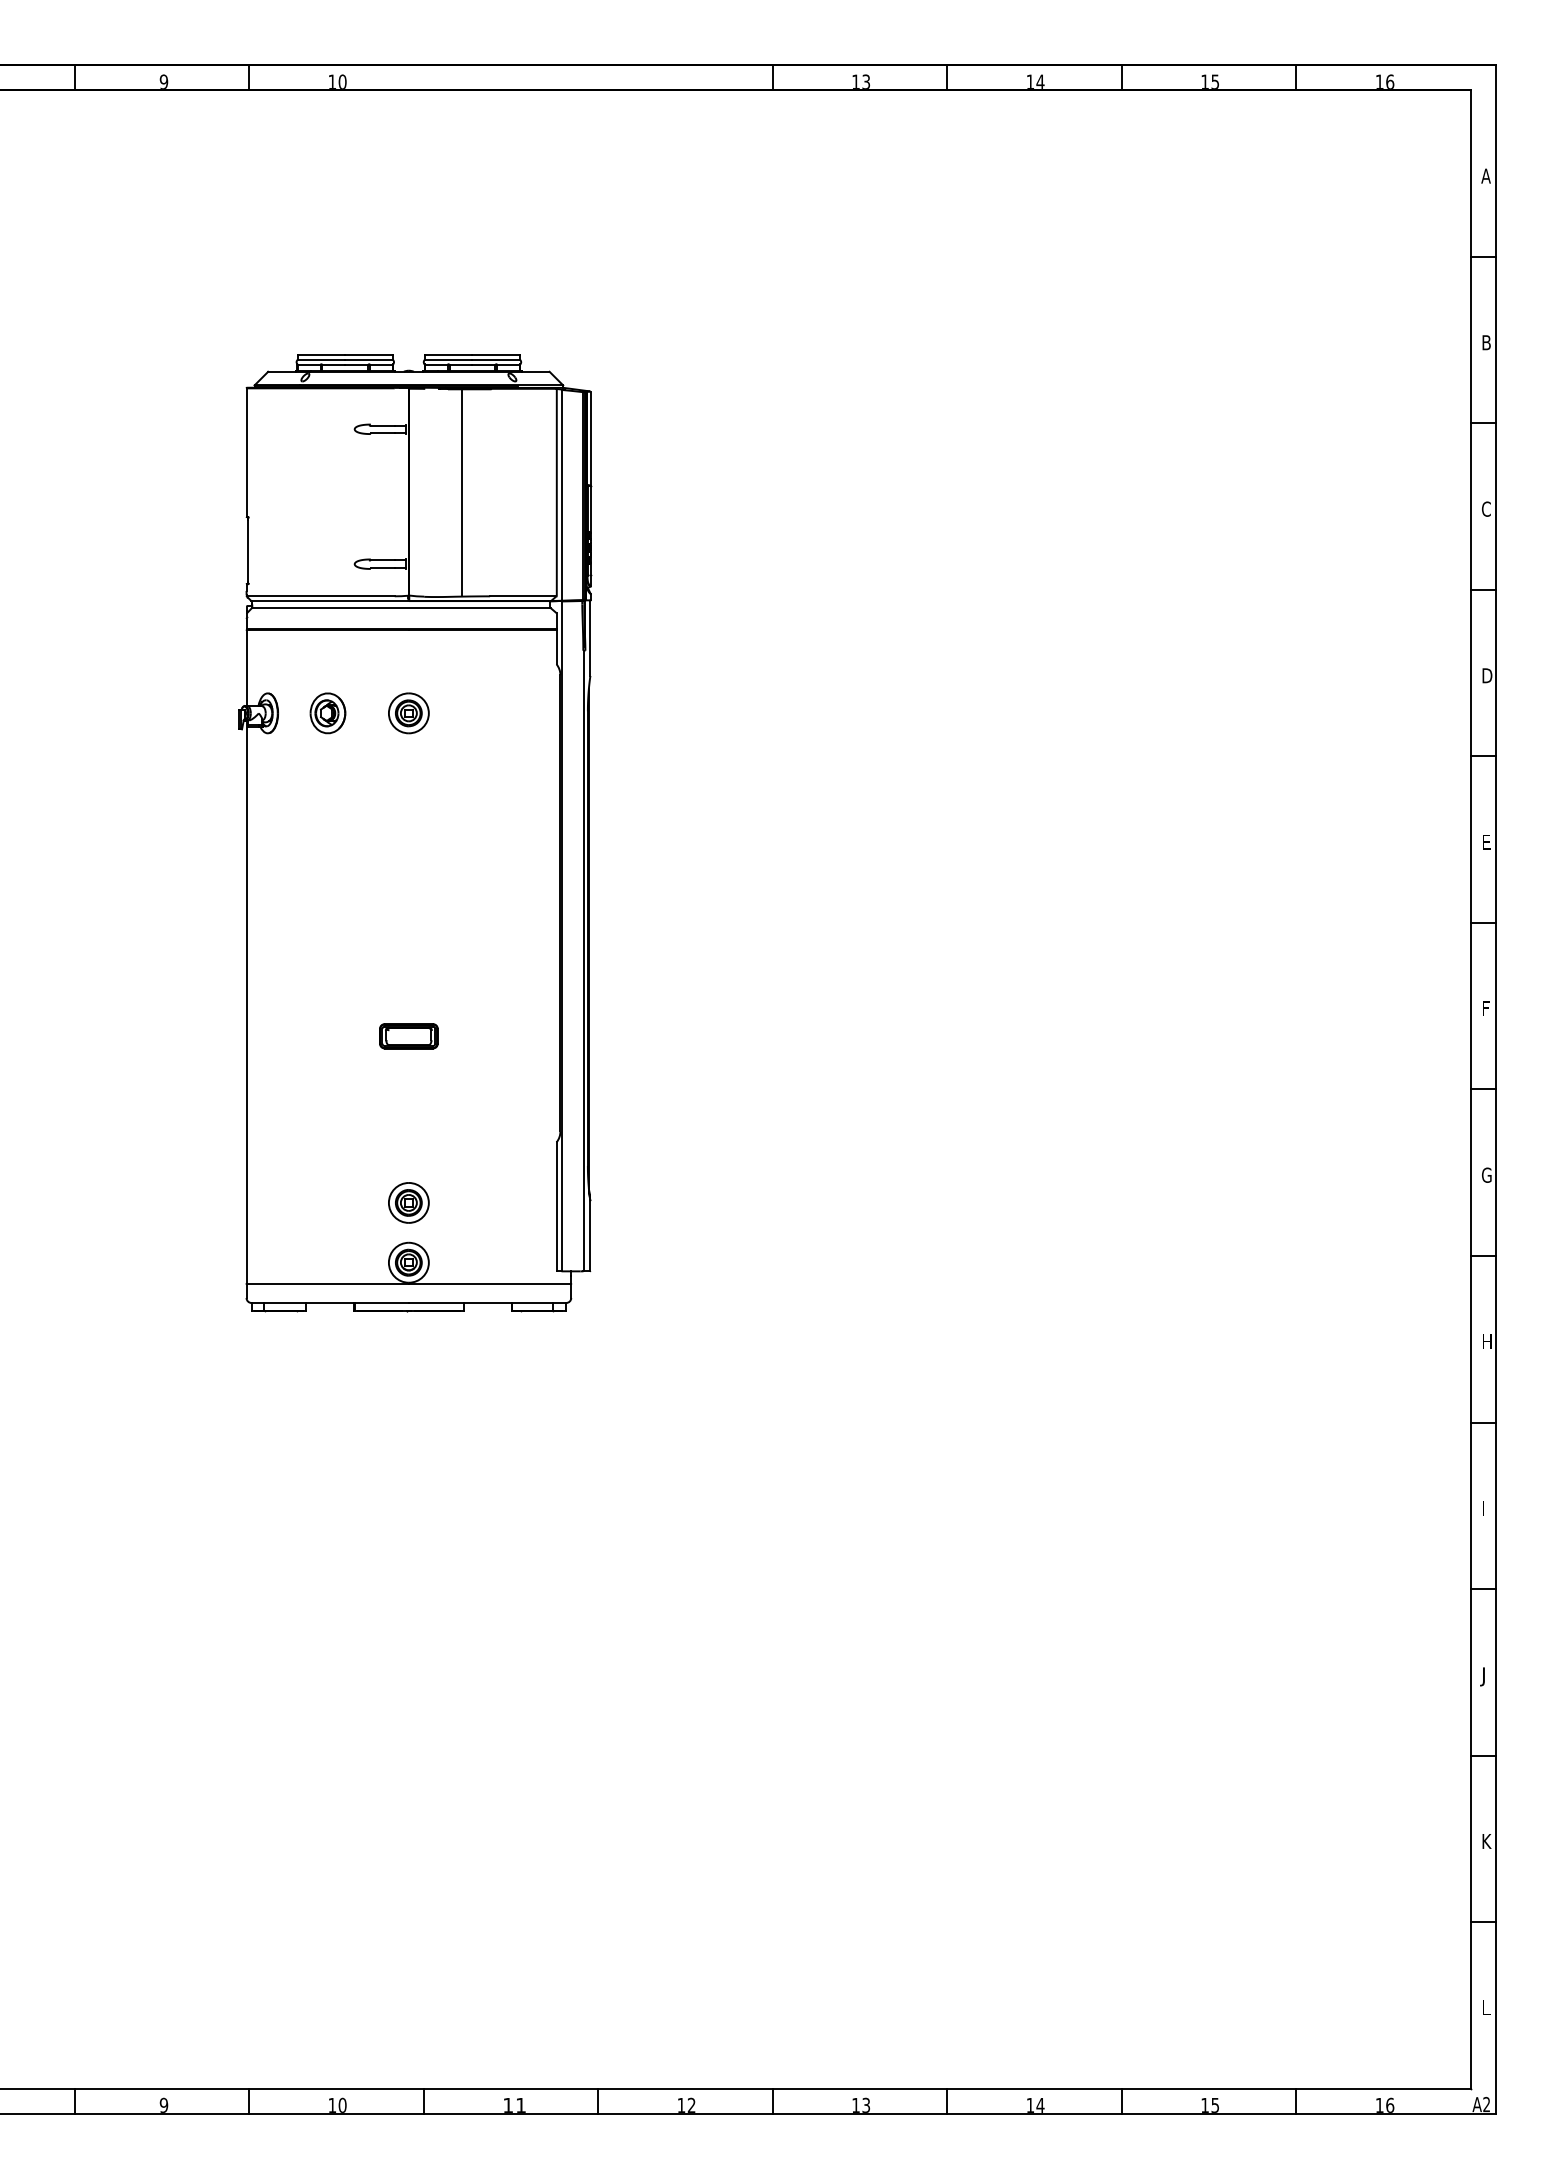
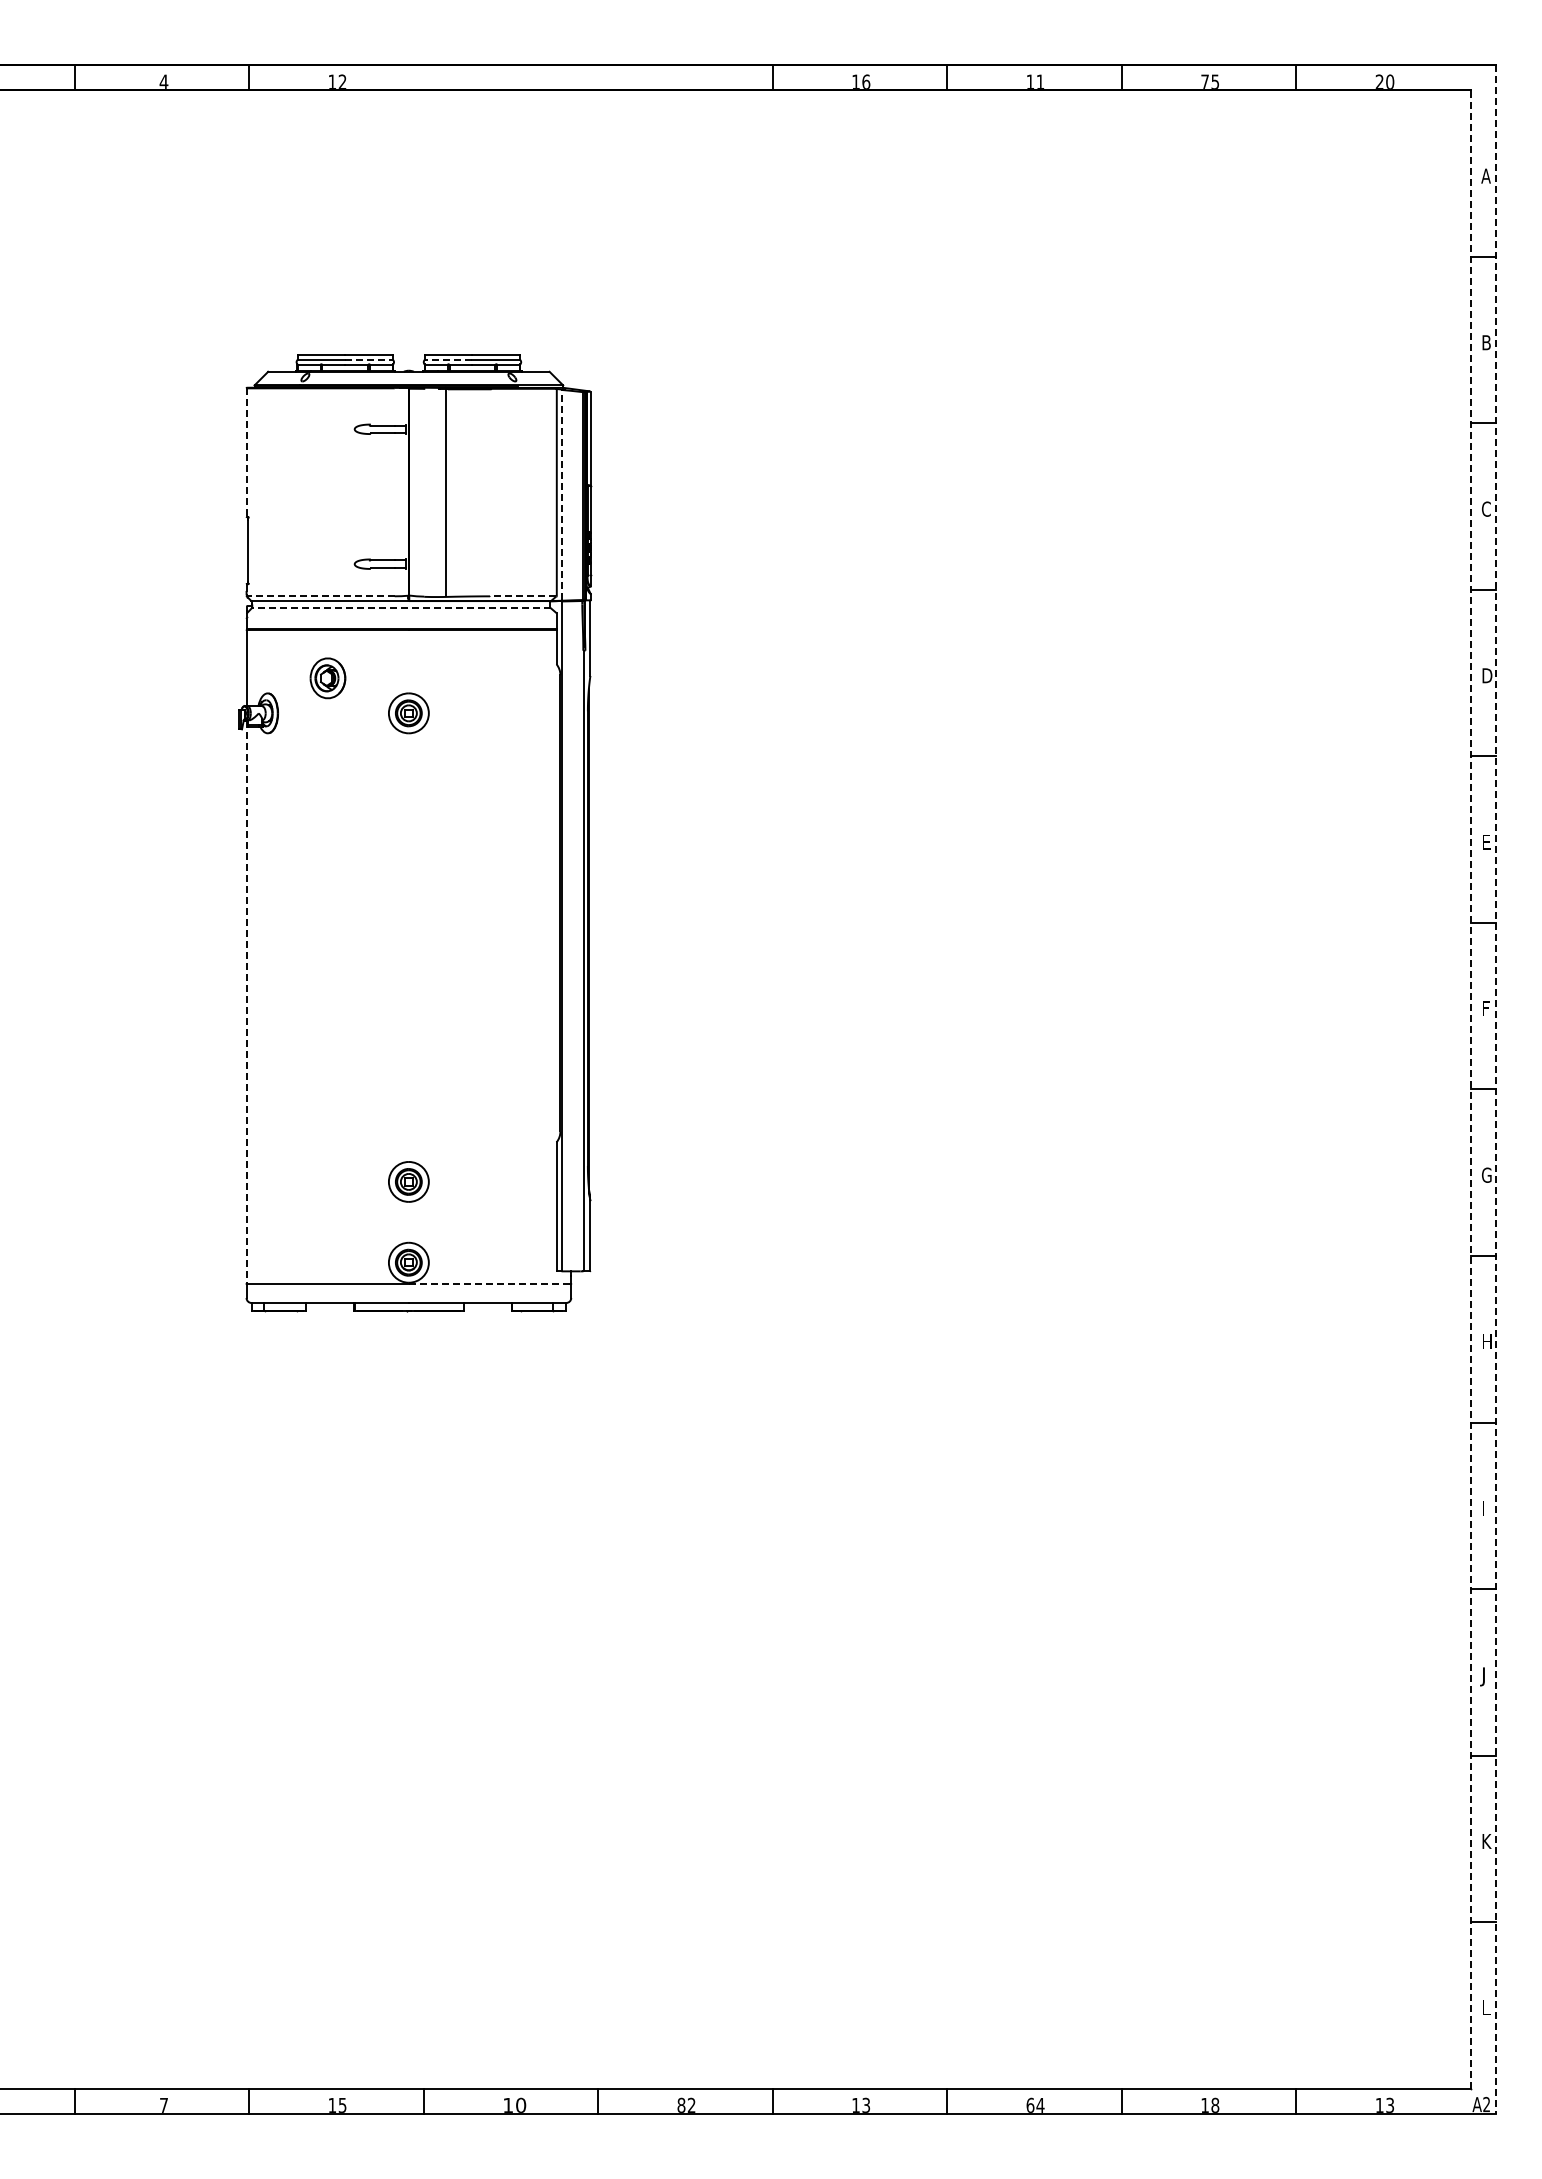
text at (163, 81): 9 -> 4
text at (342, 81): 10 -> 12
text at (866, 81): 13 -> 16
text at (1040, 81): 14 -> 11
text at (1204, 81): 15 -> 75
text at (1384, 81): 16 -> 20
line at (369, 359): solid -> dashed
line at (448, 359): solid -> dashed
line at (246, 453): solid -> dashed
line at (462, 492) position: (462, 492) -> (446, 492)
line at (562, 494): solid -> dashed
line at (320, 596): solid -> dashed
line at (522, 596): solid -> dashed
line at (400, 607): solid -> dashed
part at (327, 713) position: (327, 713) -> (327, 678)
line at (246, 1002): solid -> dashed
part at (408, 1036): present -> none
line at (1470, 1089): solid -> dashed
line at (1495, 1090): solid -> dashed
part at (408, 1202) position: (408, 1202) -> (408, 1181)
line at (489, 1284): solid -> dashed
text at (163, 2104): 9 -> 7
text at (342, 2104): 10 -> 15
text at (521, 2104): 11 -> 10
text at (681, 2104): 12 -> 82
text at (1030, 2104): 14 -> 64
text at (1215, 2104): 15 -> 18
text at (1390, 2104): 16 -> 13
